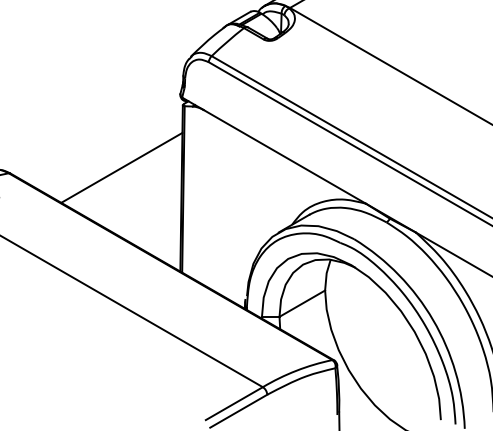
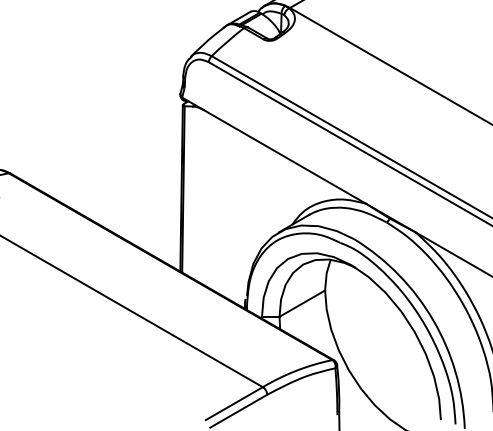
line at (121, 167): present -> none
